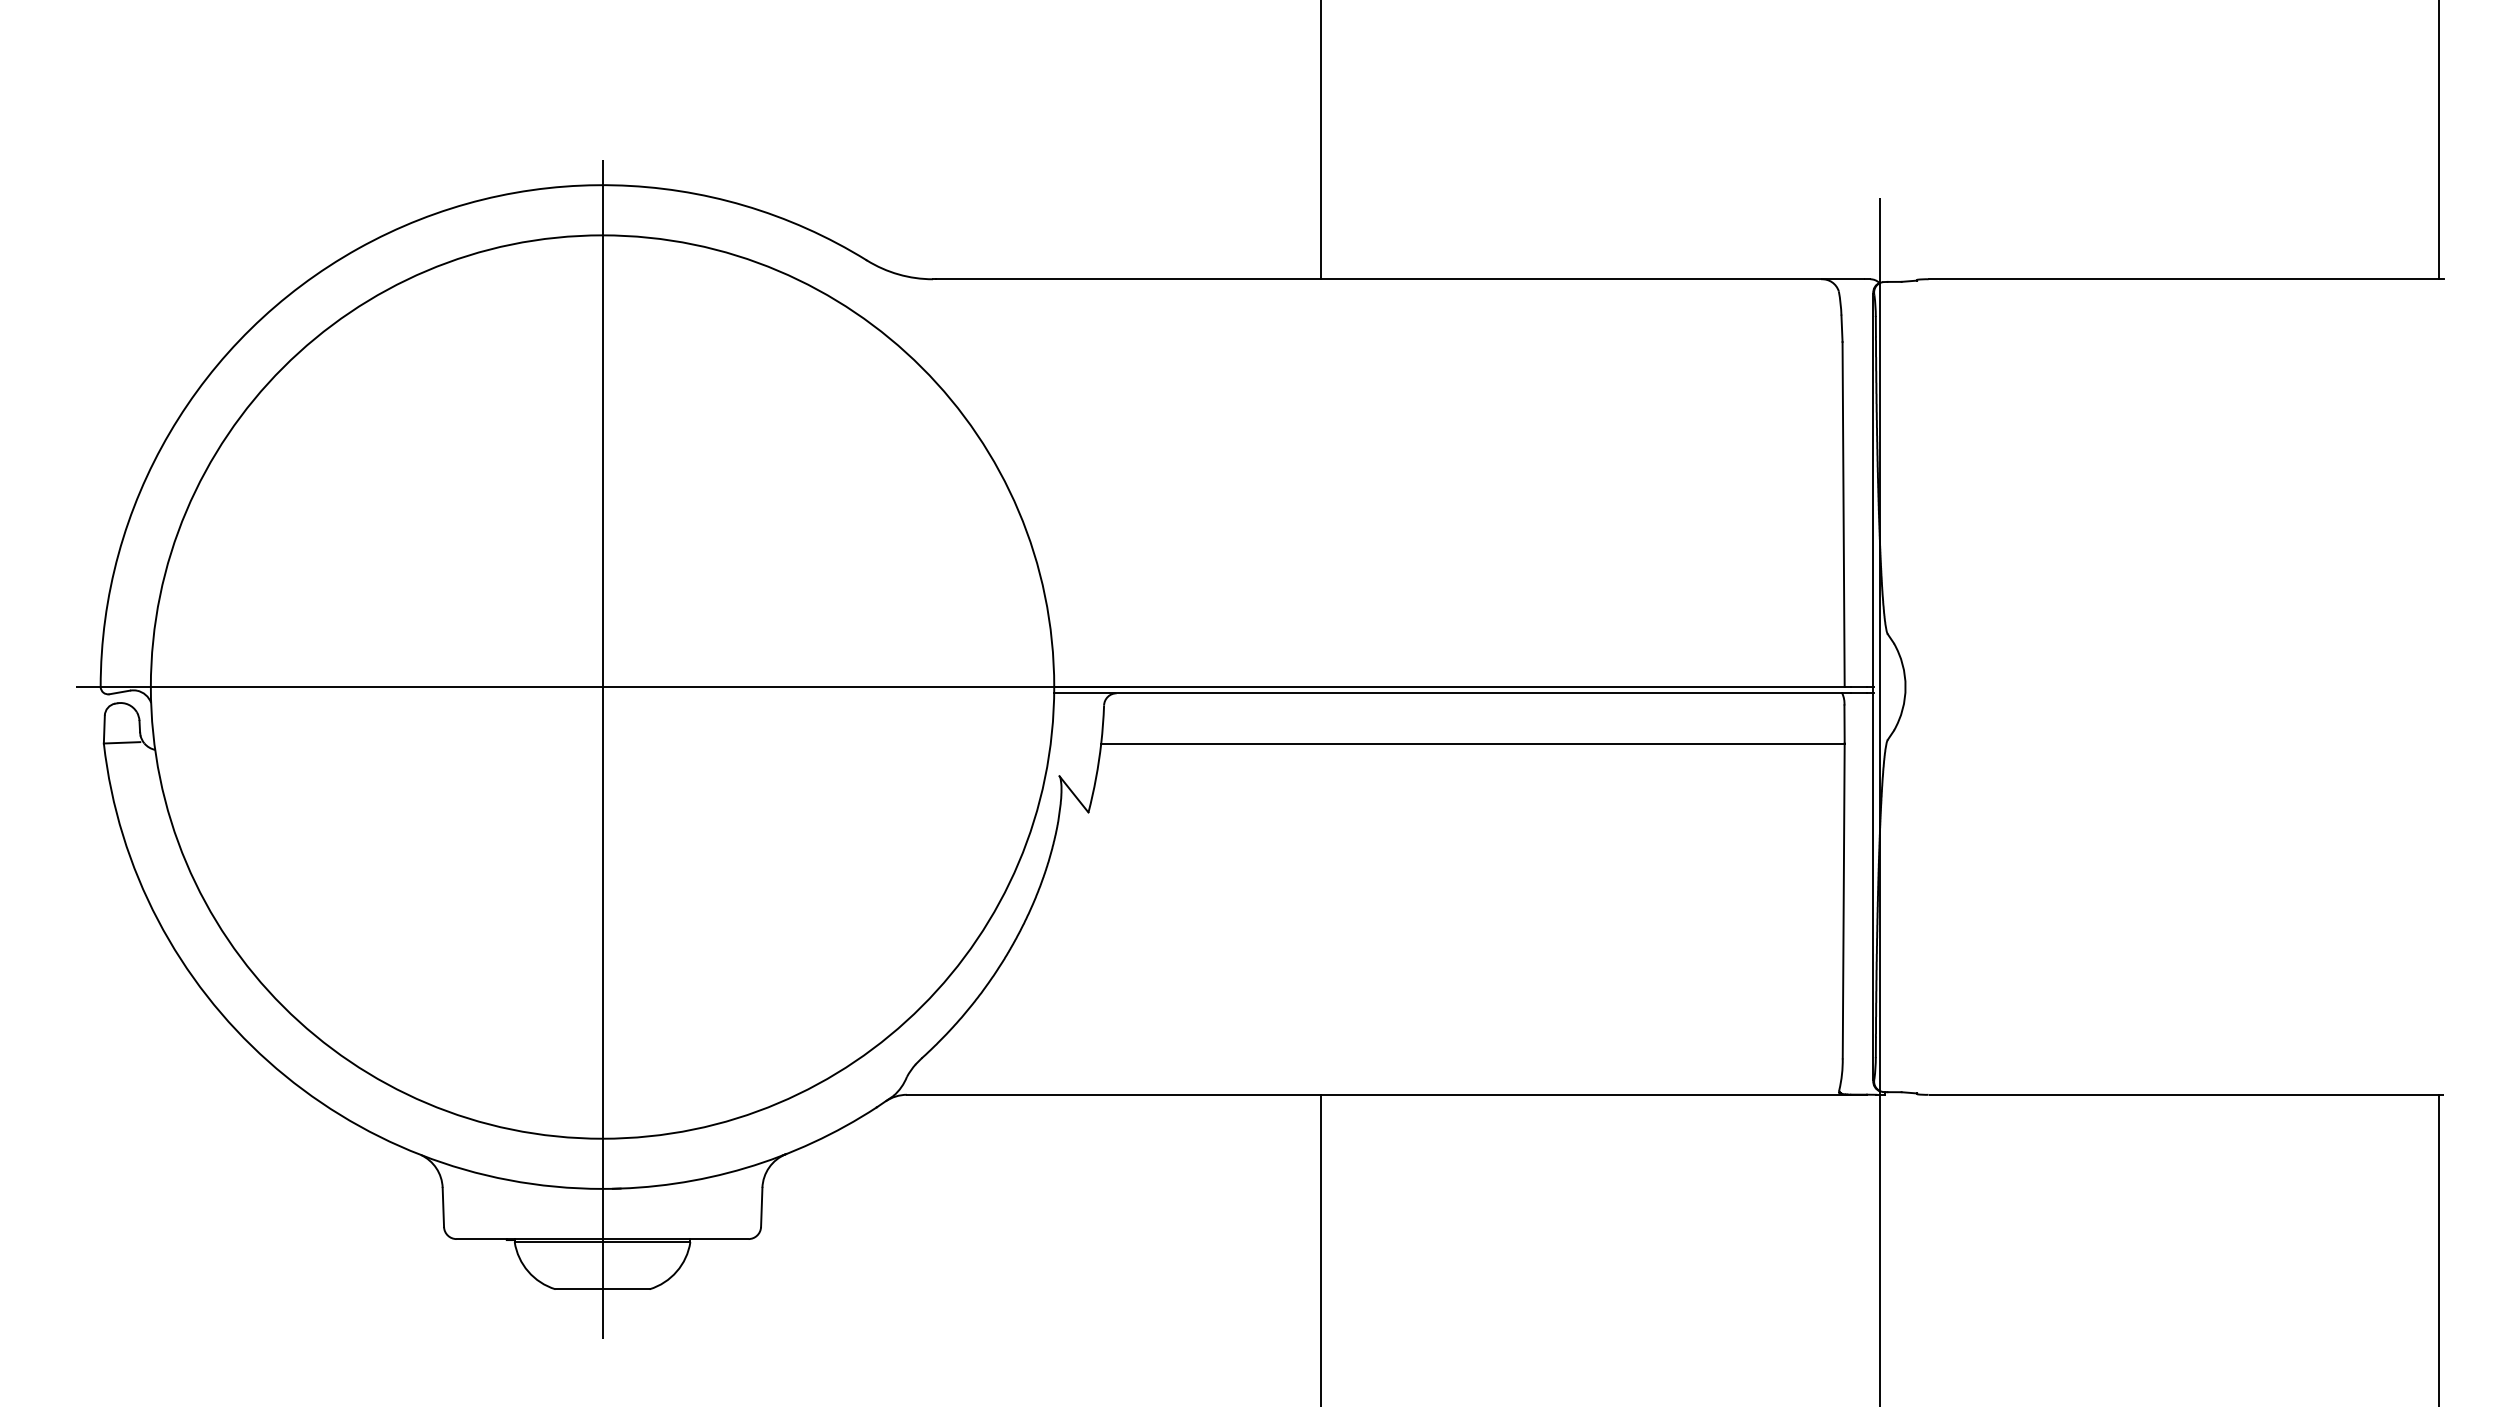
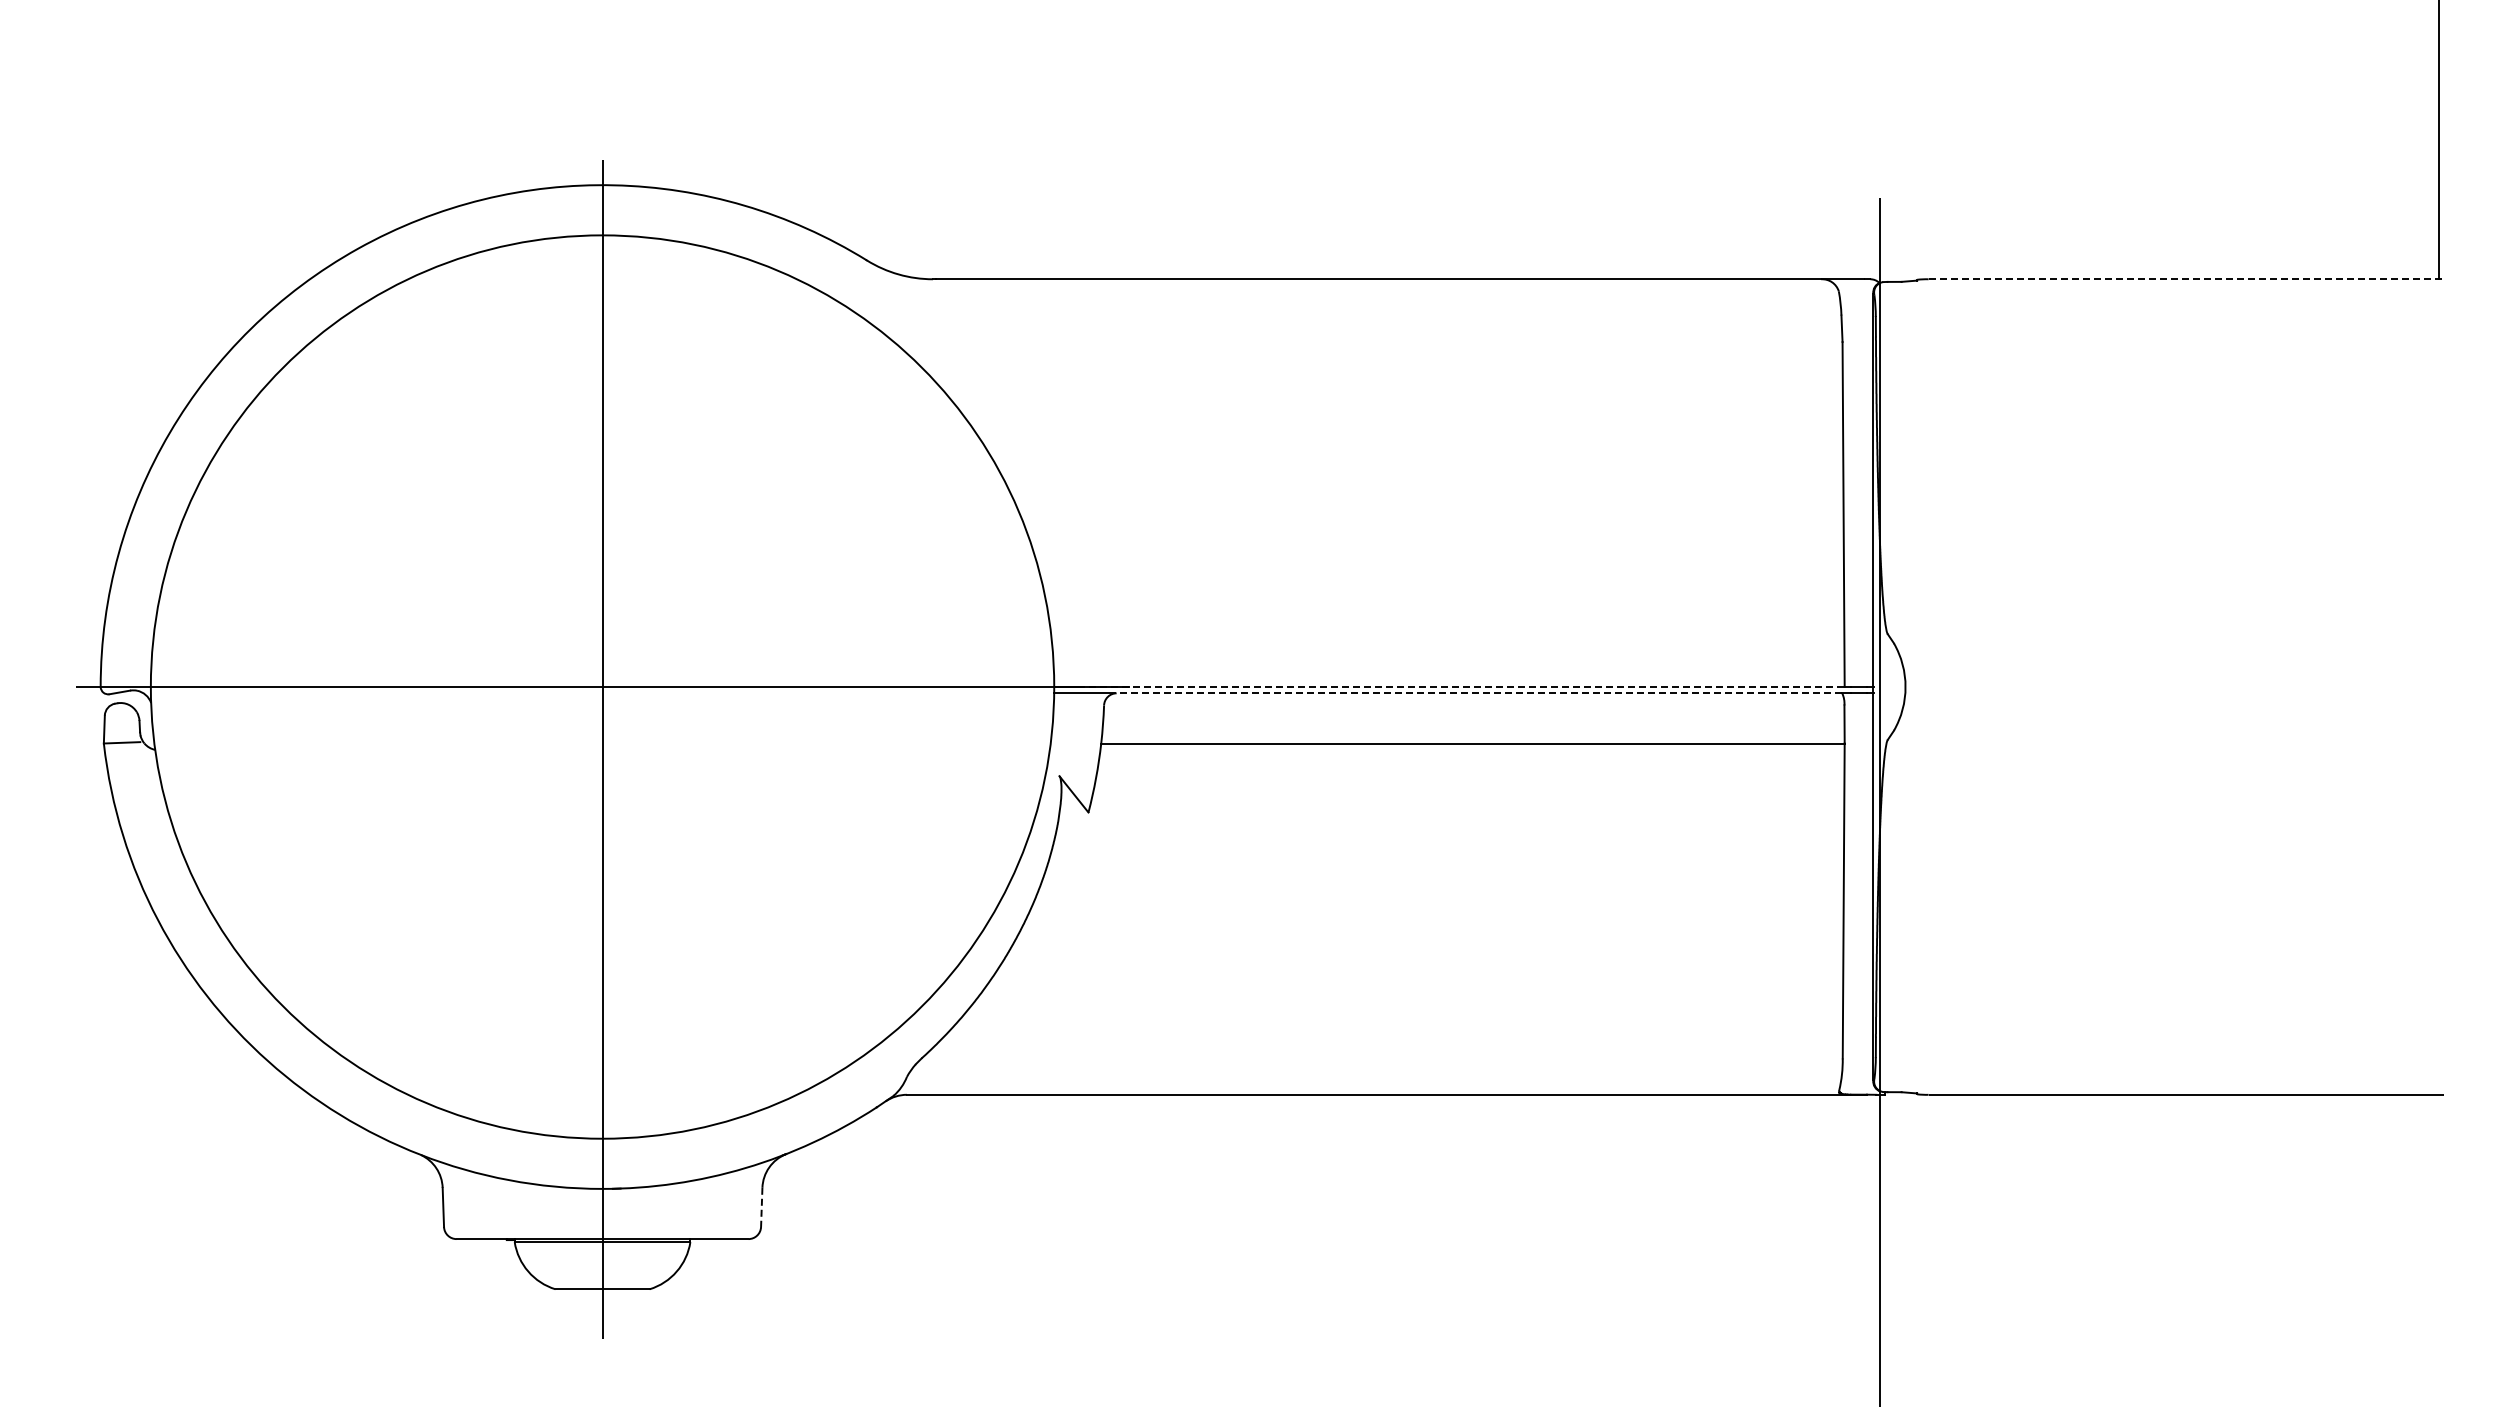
line at (1320, 140): present -> none
line at (2186, 279): solid -> dashed
line at (1461, 687): solid -> dashed
line at (1479, 693): solid -> dashed
line at (761, 1207): solid -> dashed
line at (1320, 1248): present -> none
line at (2438, 1248): present -> none
